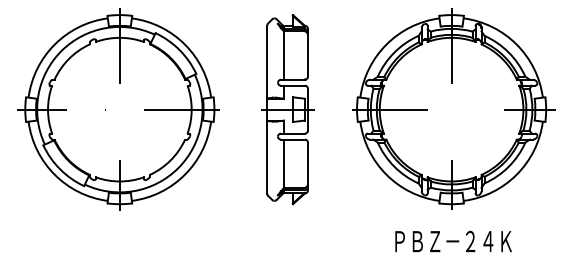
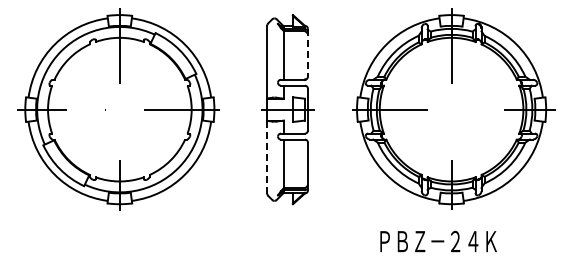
line at (307, 52): solid -> dashed
line at (267, 157): solid -> dashed
text at (453, 241) position: (453, 241) -> (438, 241)
